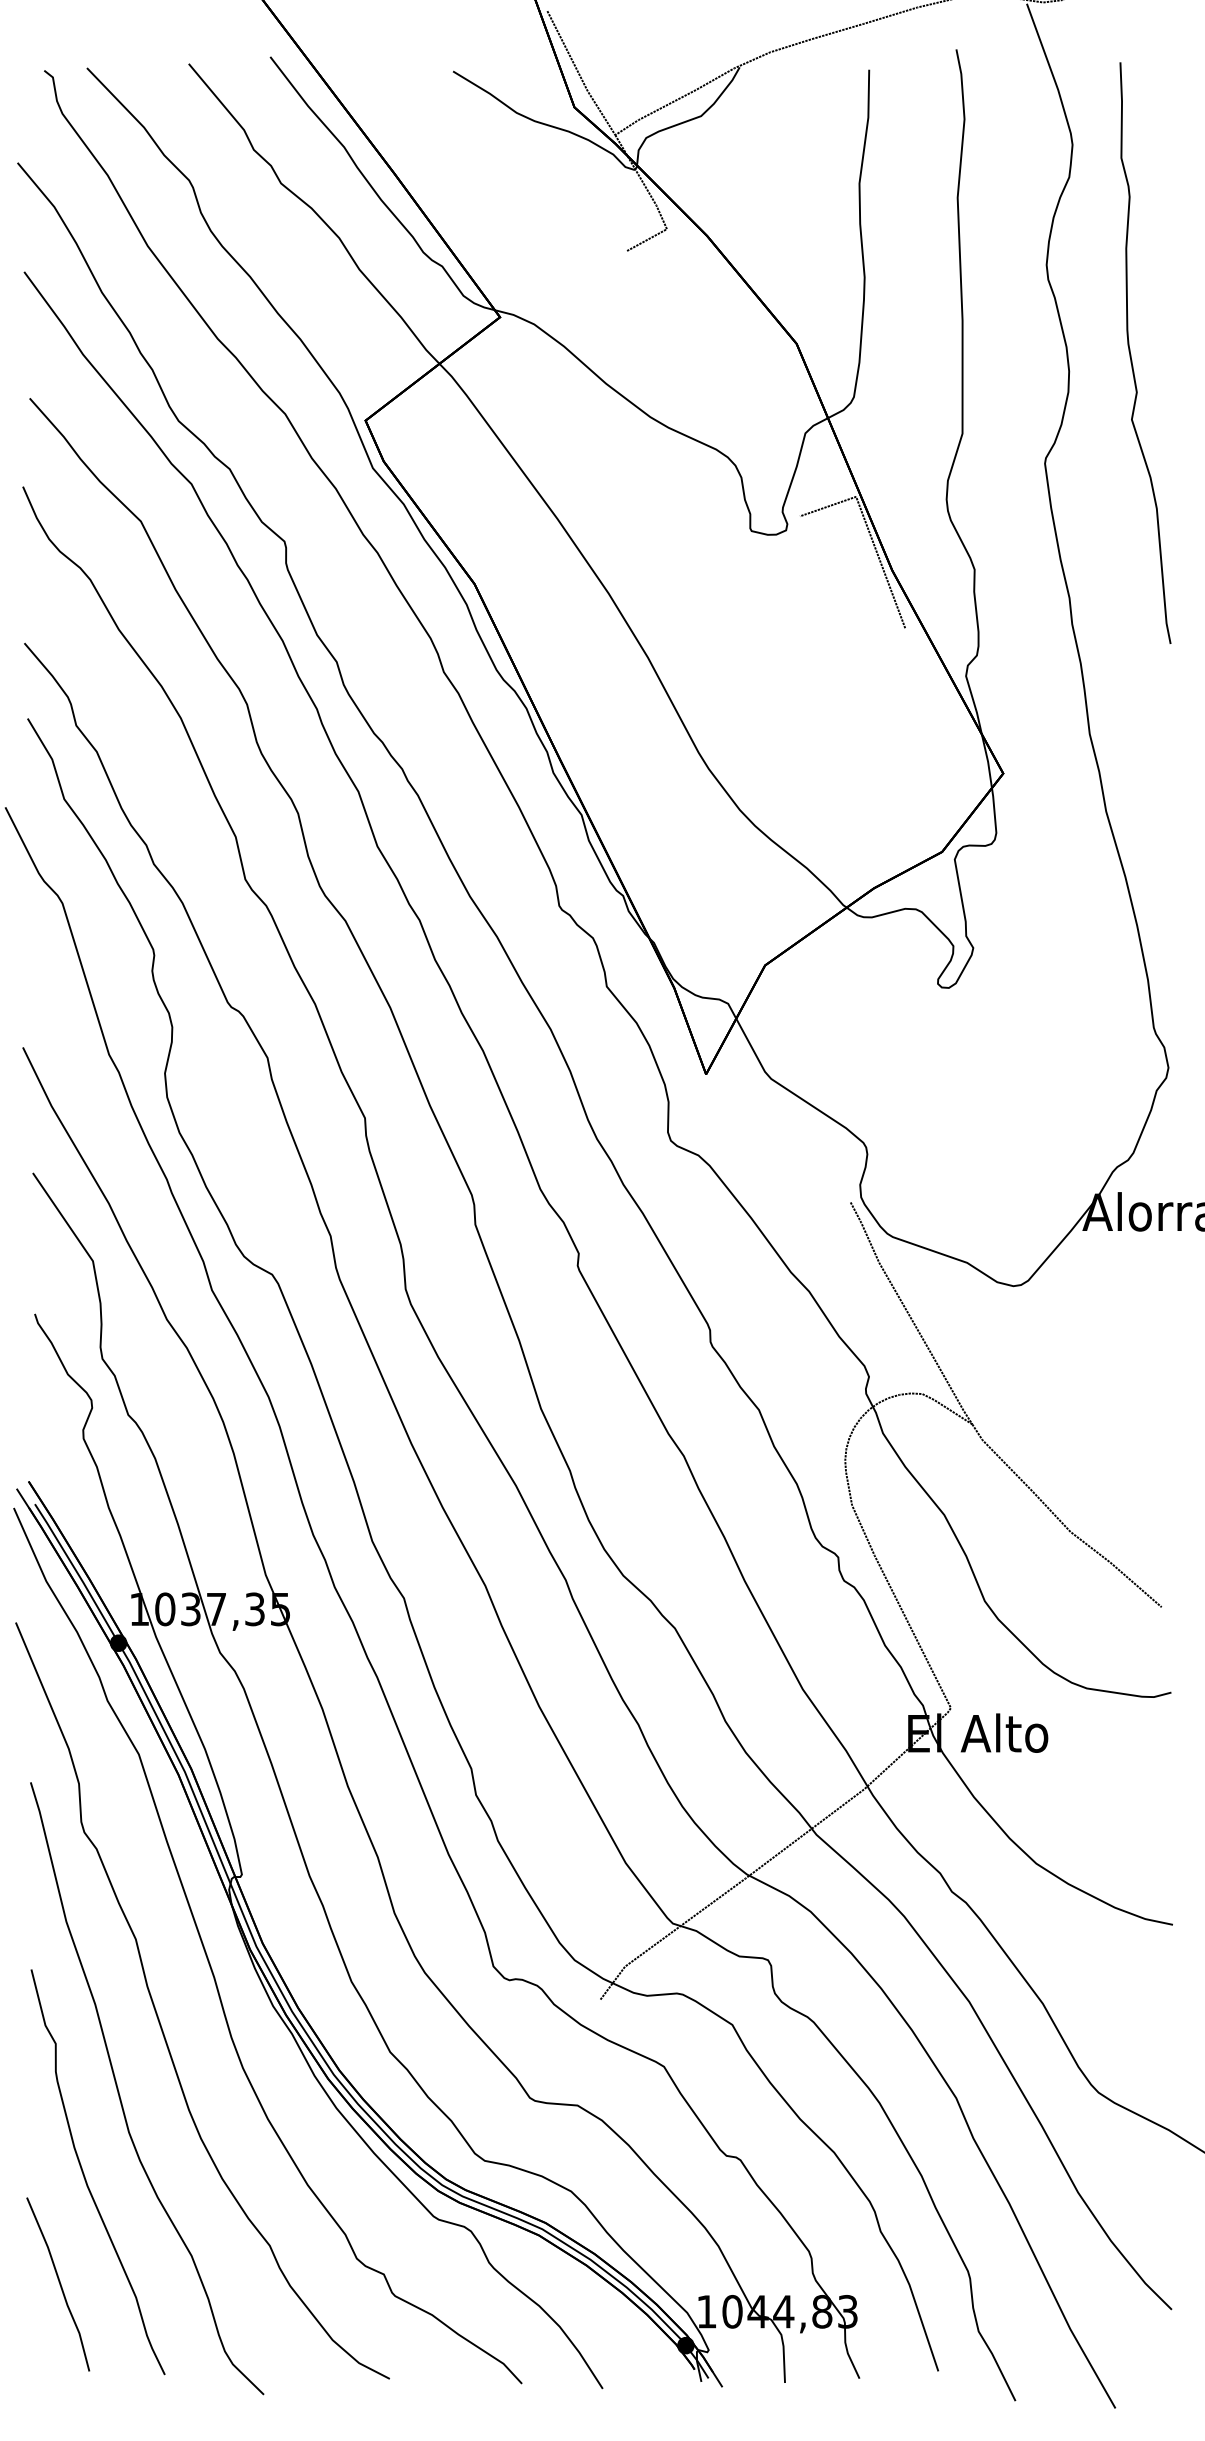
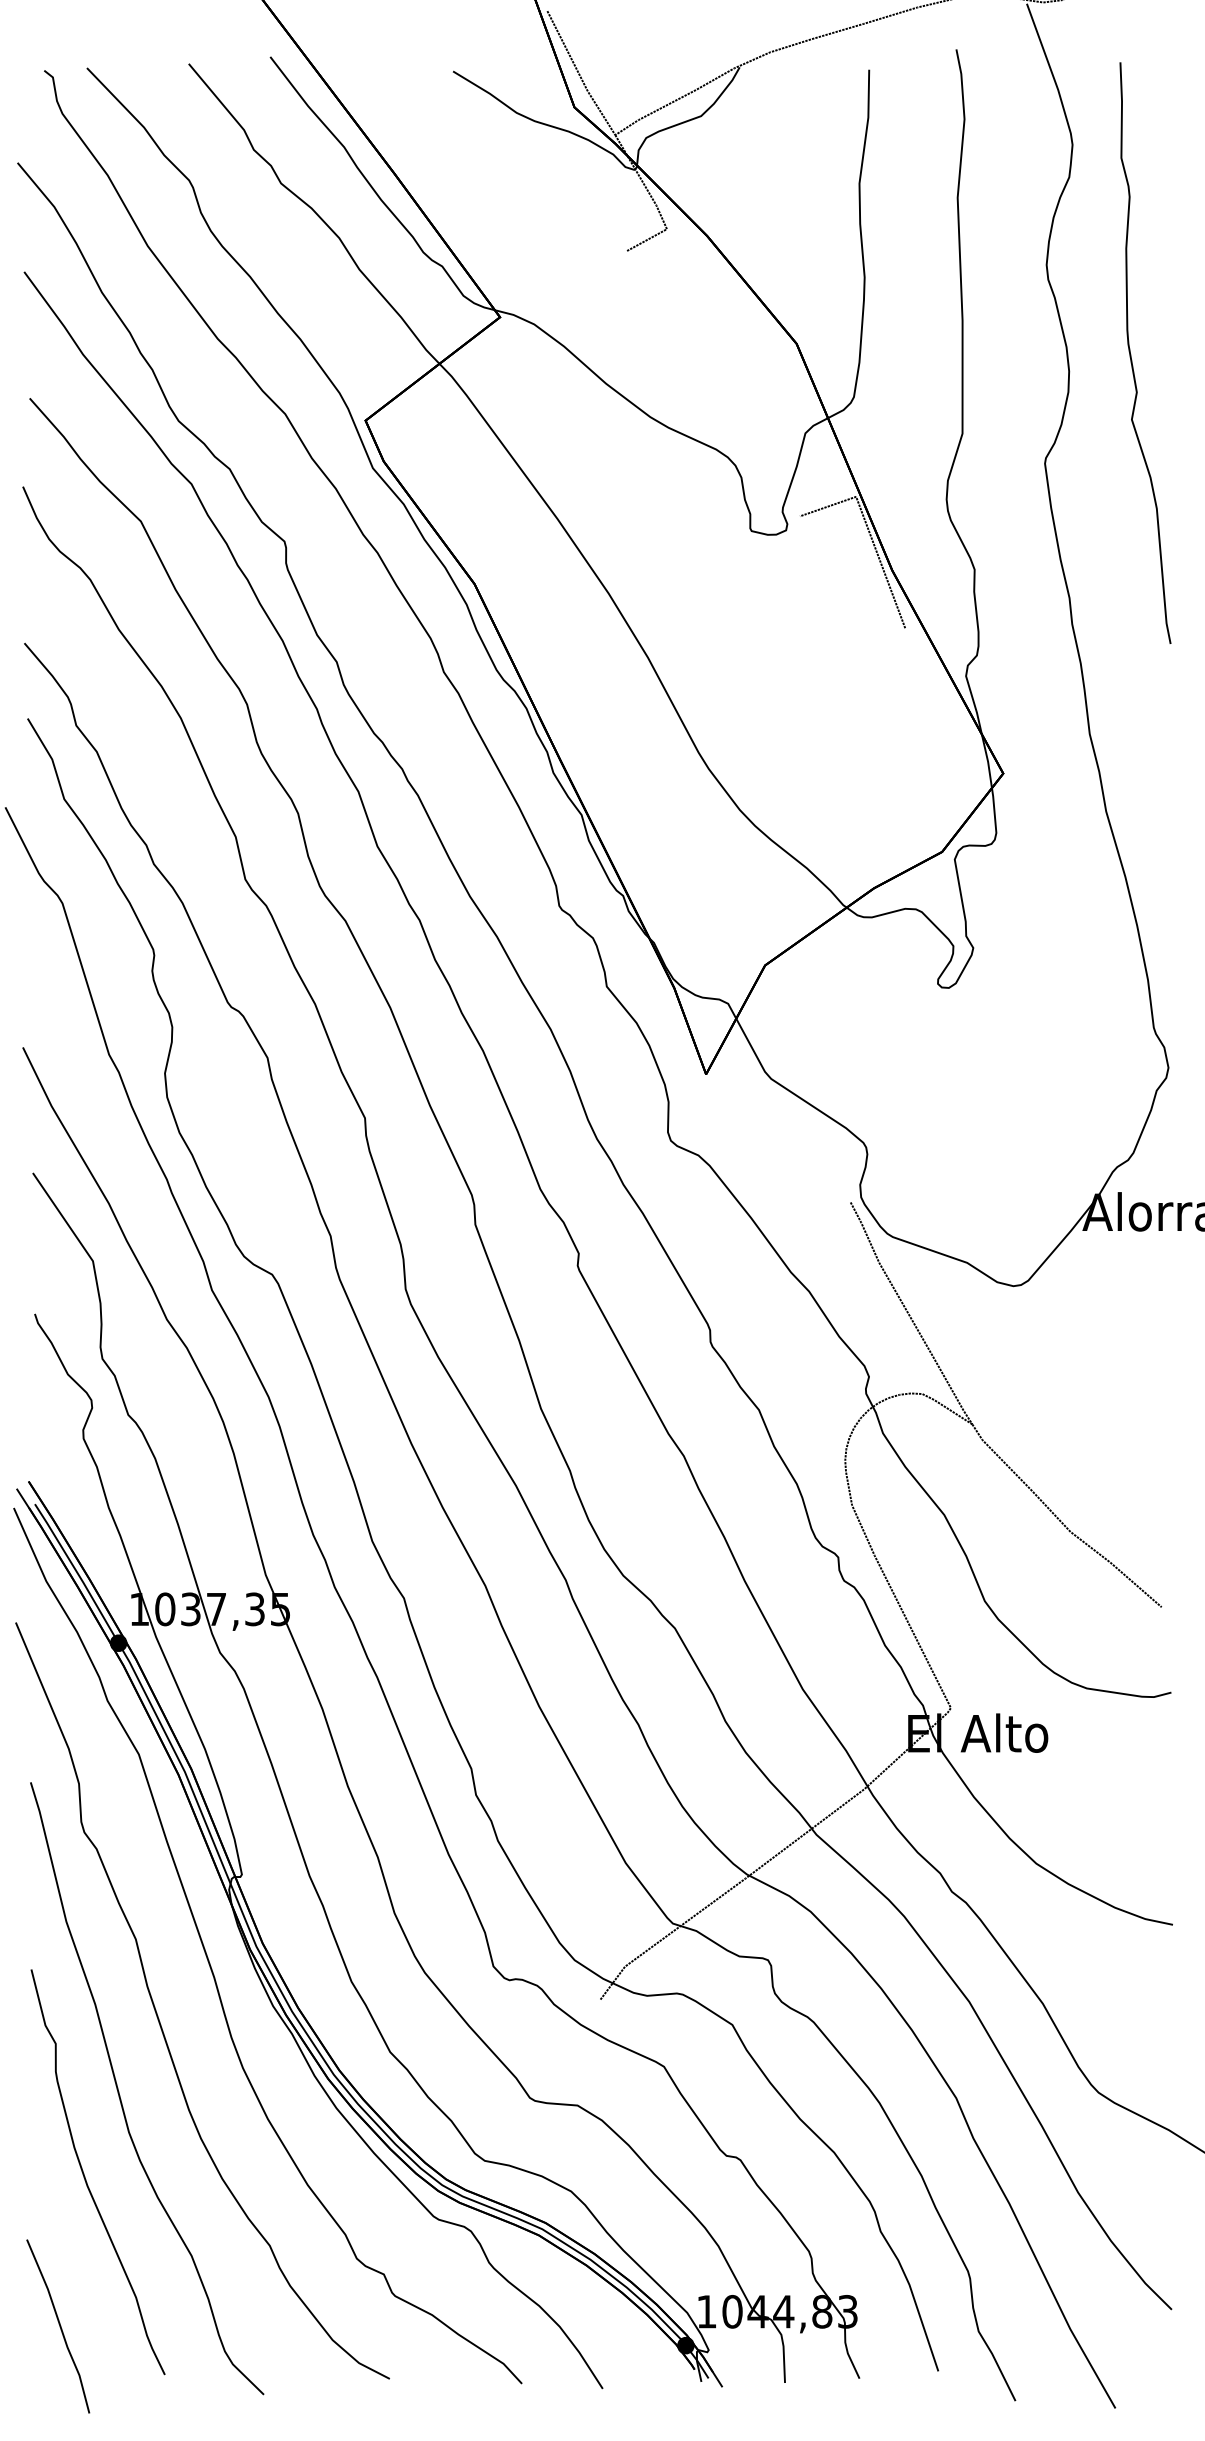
line at (59, 2284) position: (59, 2284) -> (59, 2326)
